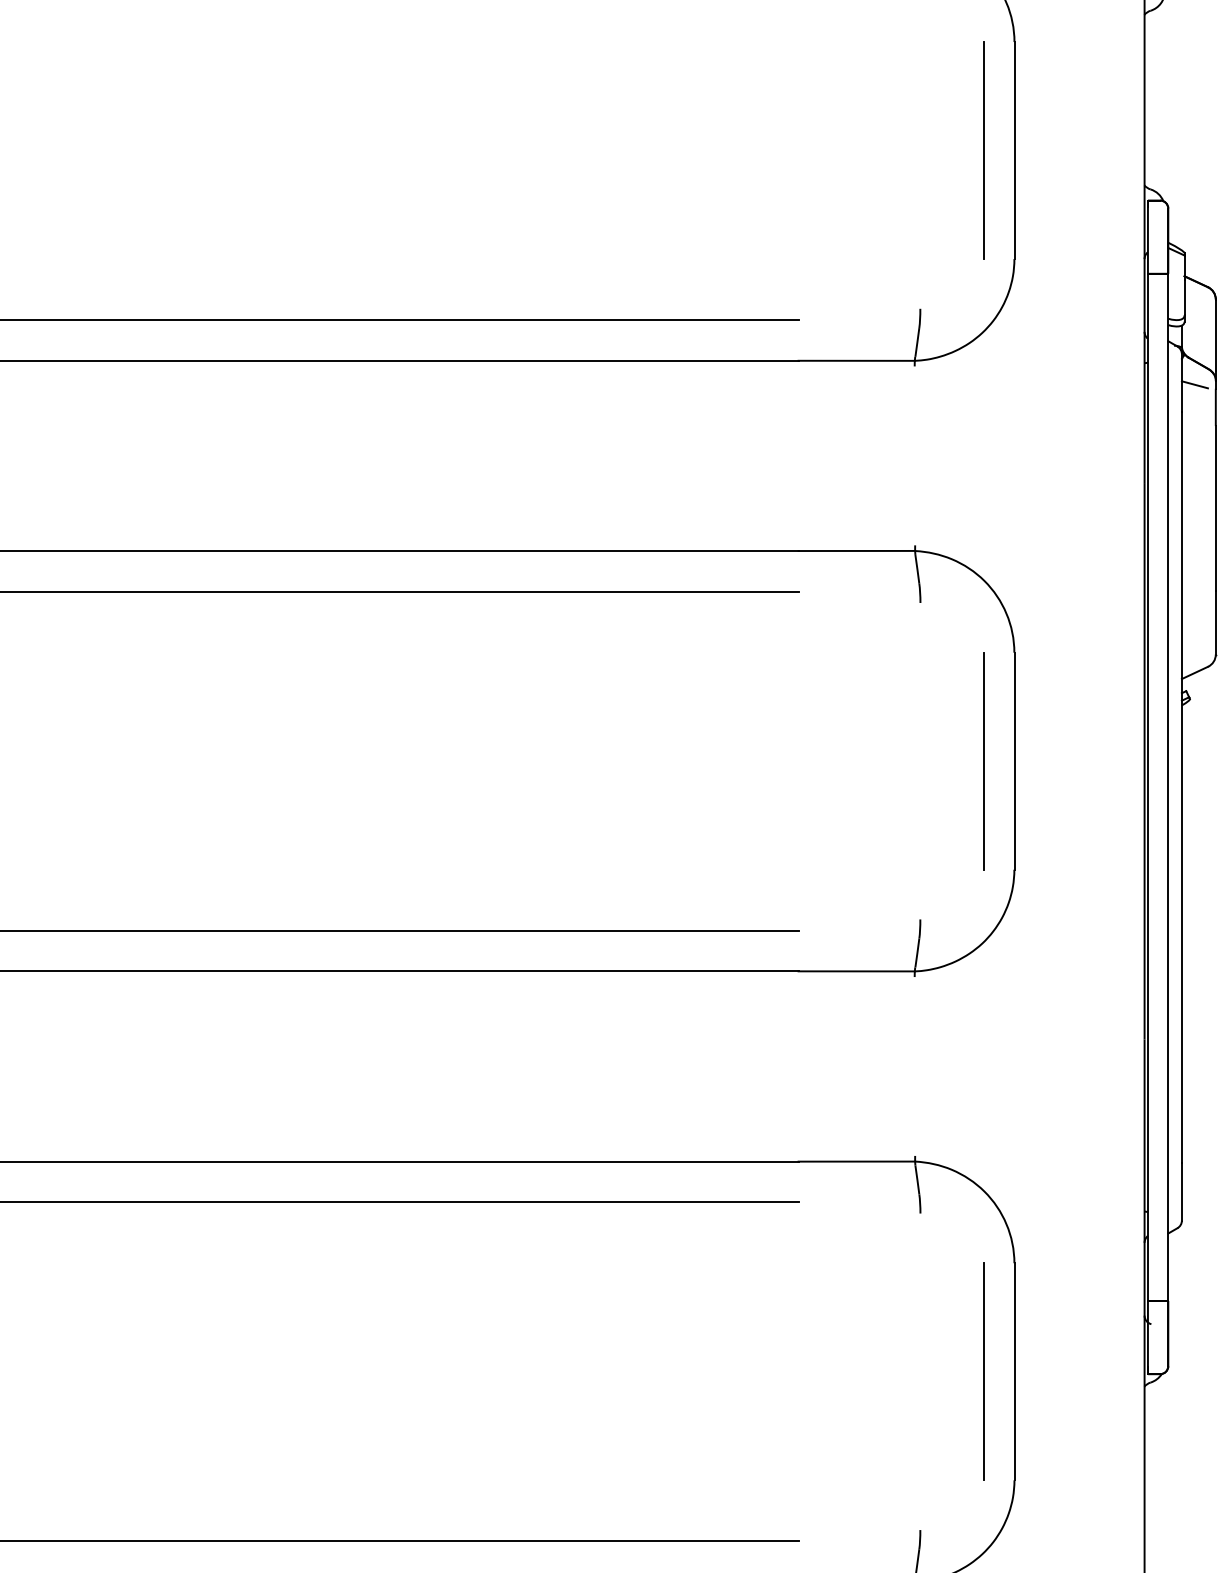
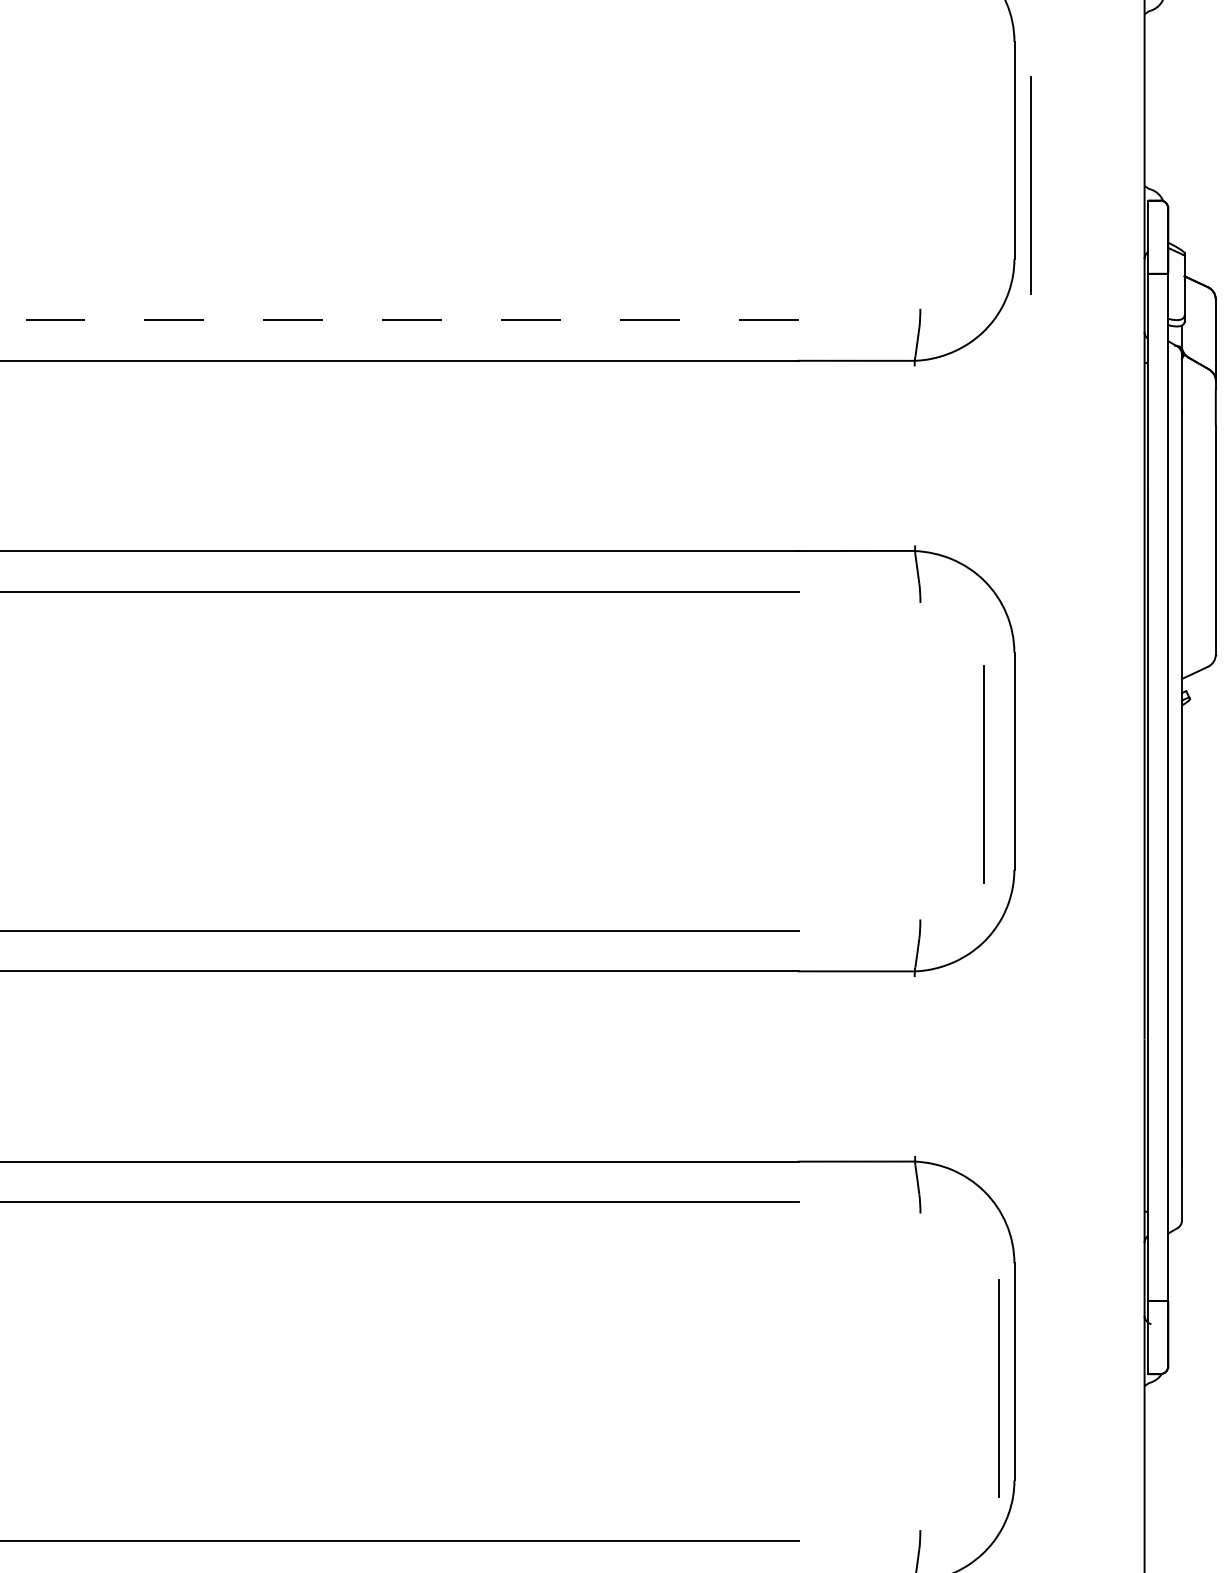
line at (983, 150) position: (983, 150) -> (1030, 185)
line at (399, 320): solid -> dashed
line at (1194, 384): present -> none
line at (983, 761) position: (983, 761) -> (983, 774)
line at (983, 1371) position: (983, 1371) -> (998, 1388)
